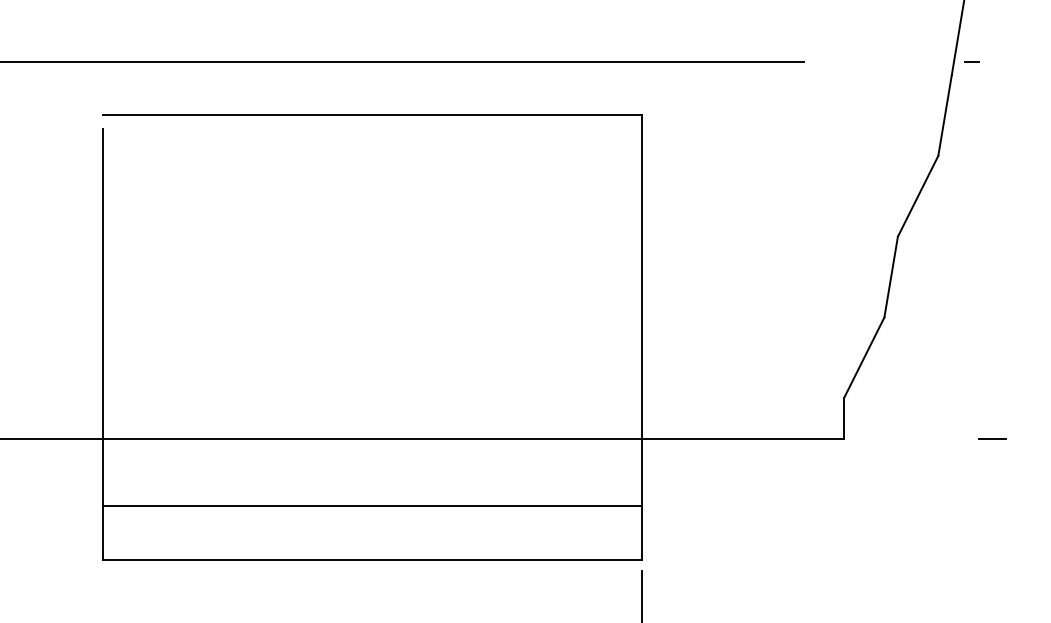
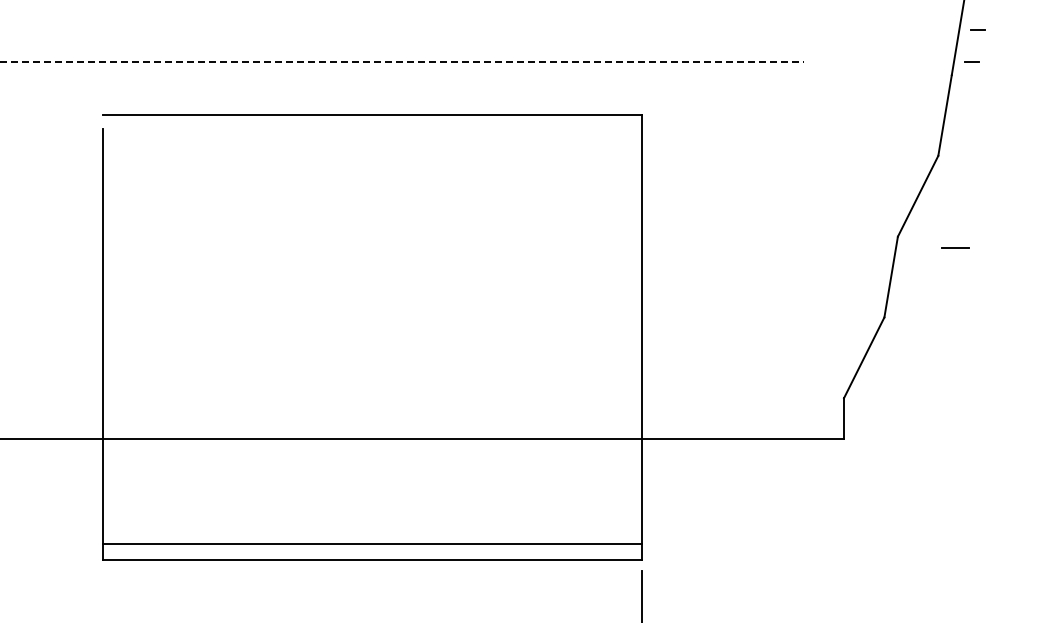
line at (977, 29): none -> present
line at (402, 61): solid -> dashed
line at (992, 438) position: (992, 438) -> (955, 247)
line at (371, 505) position: (371, 505) -> (371, 543)
